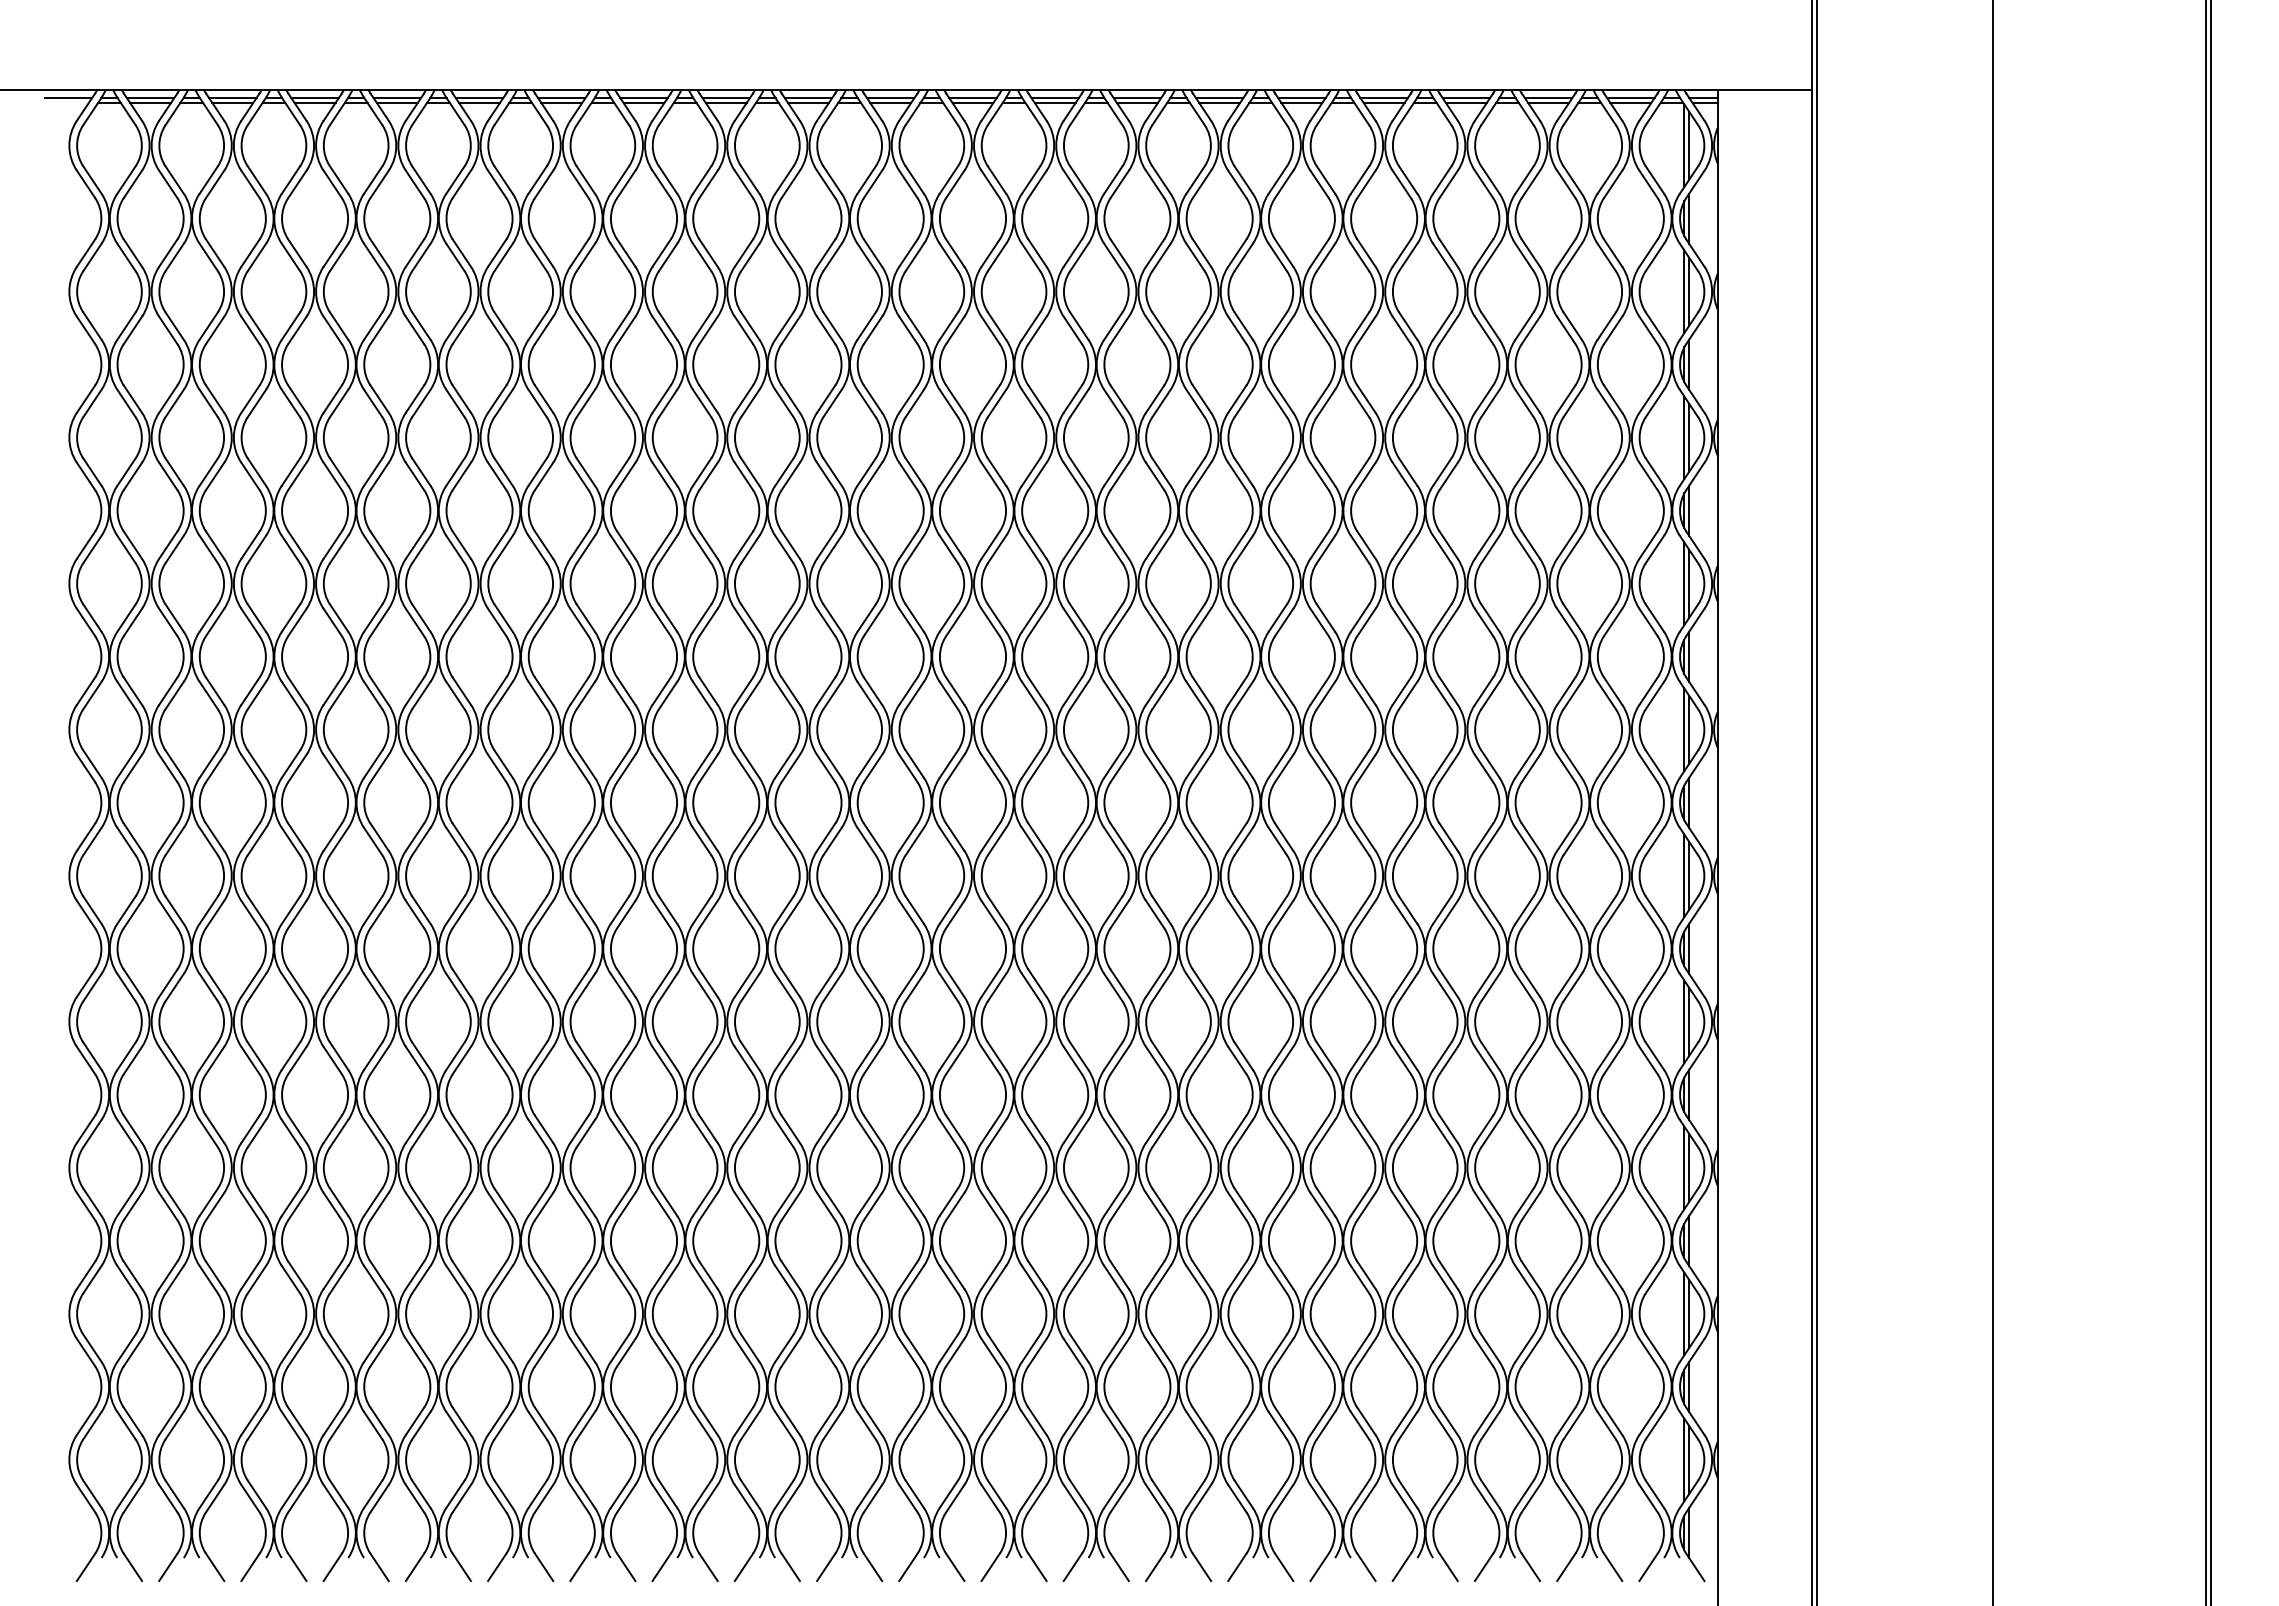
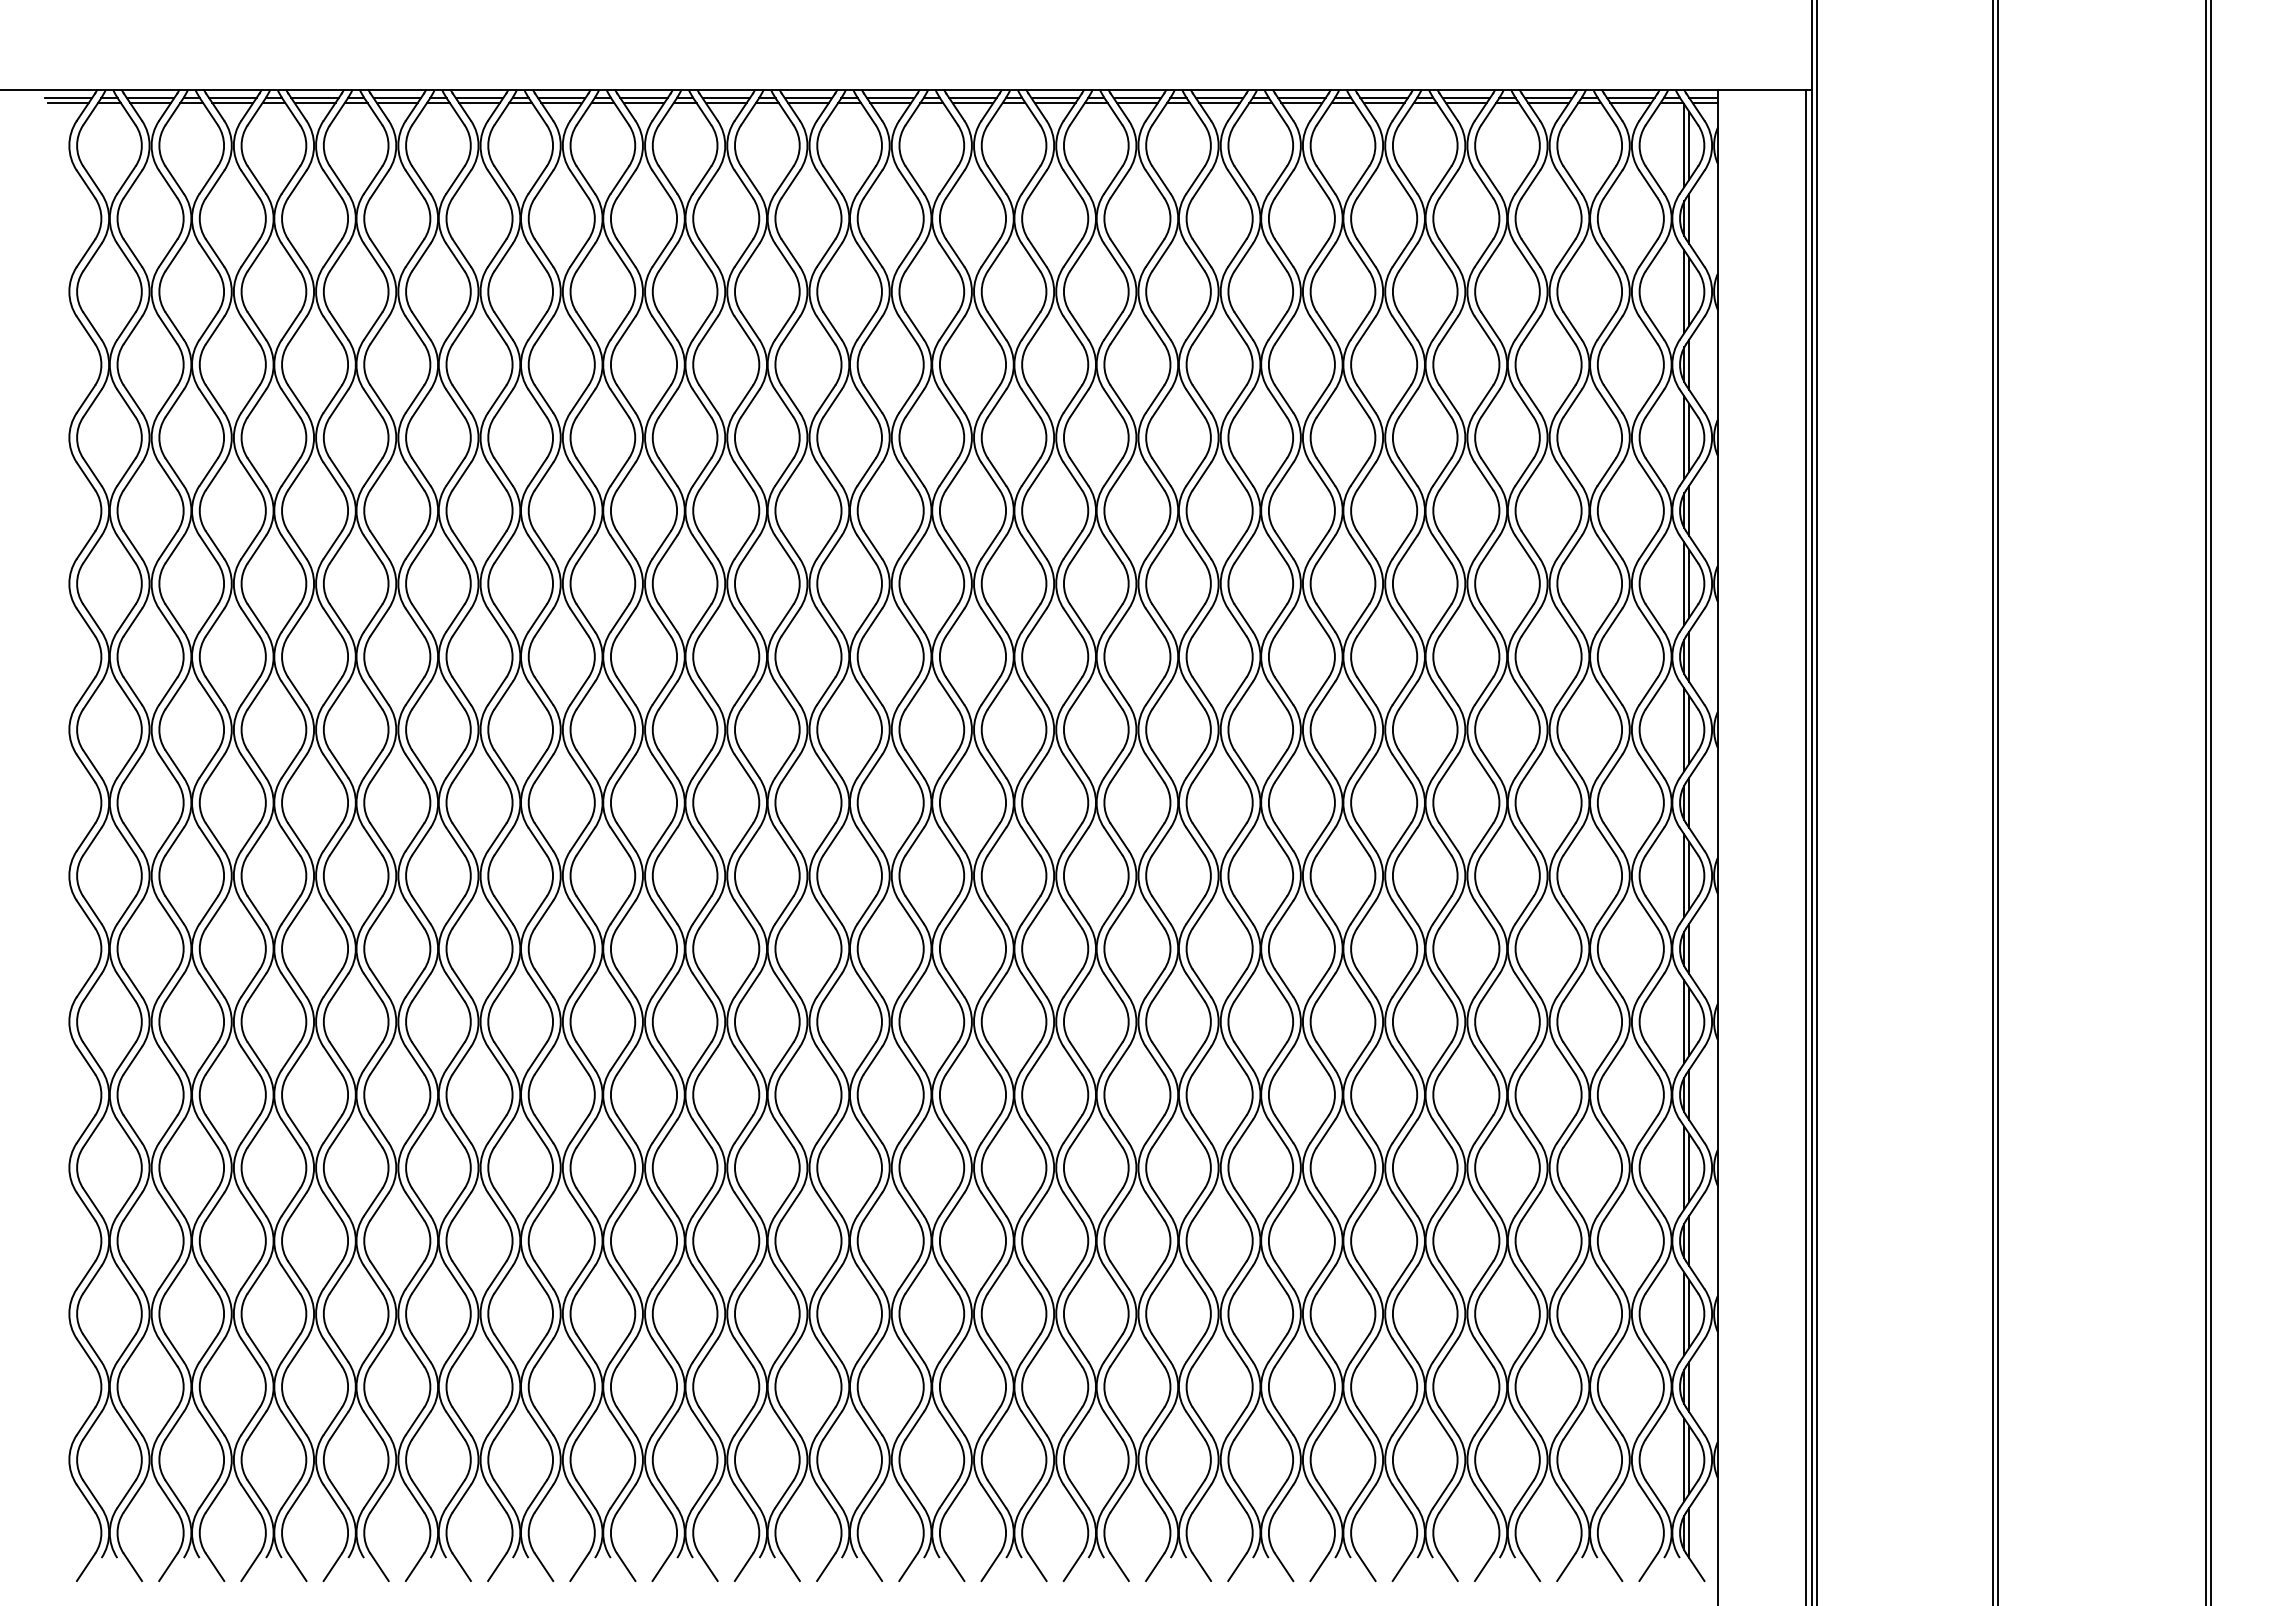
line at (67, 103): none -> present
line at (1997, 802): none -> present
line at (1806, 846): none -> present
